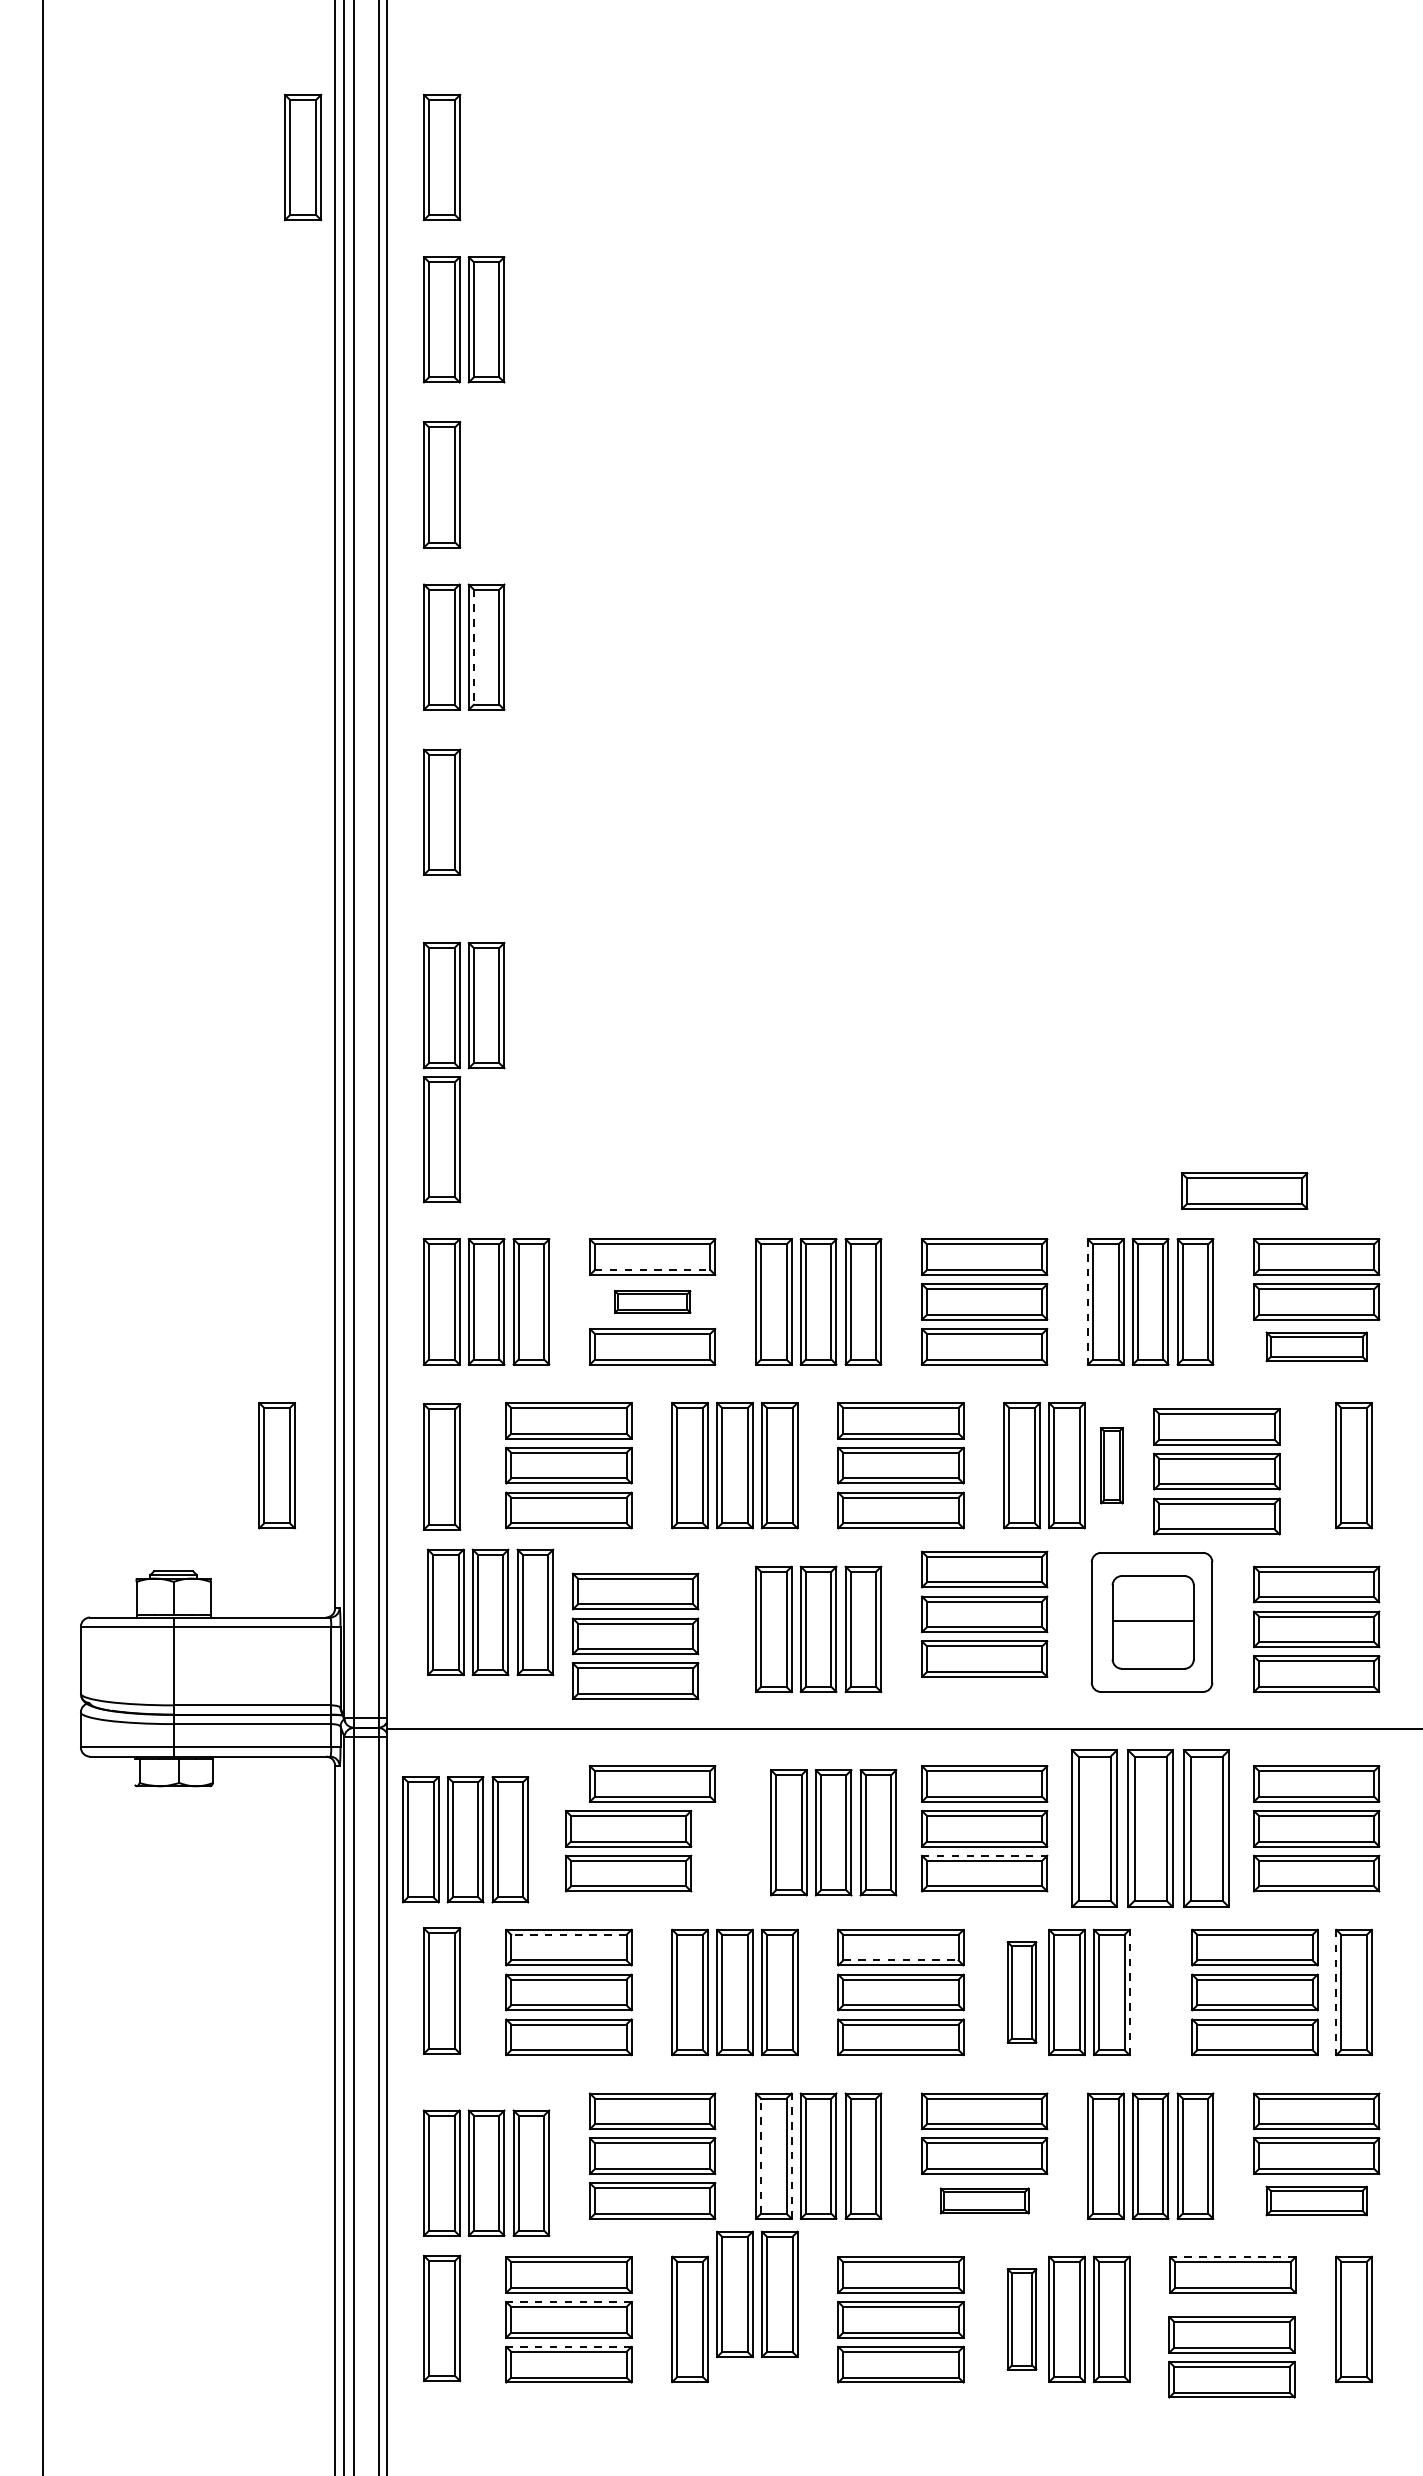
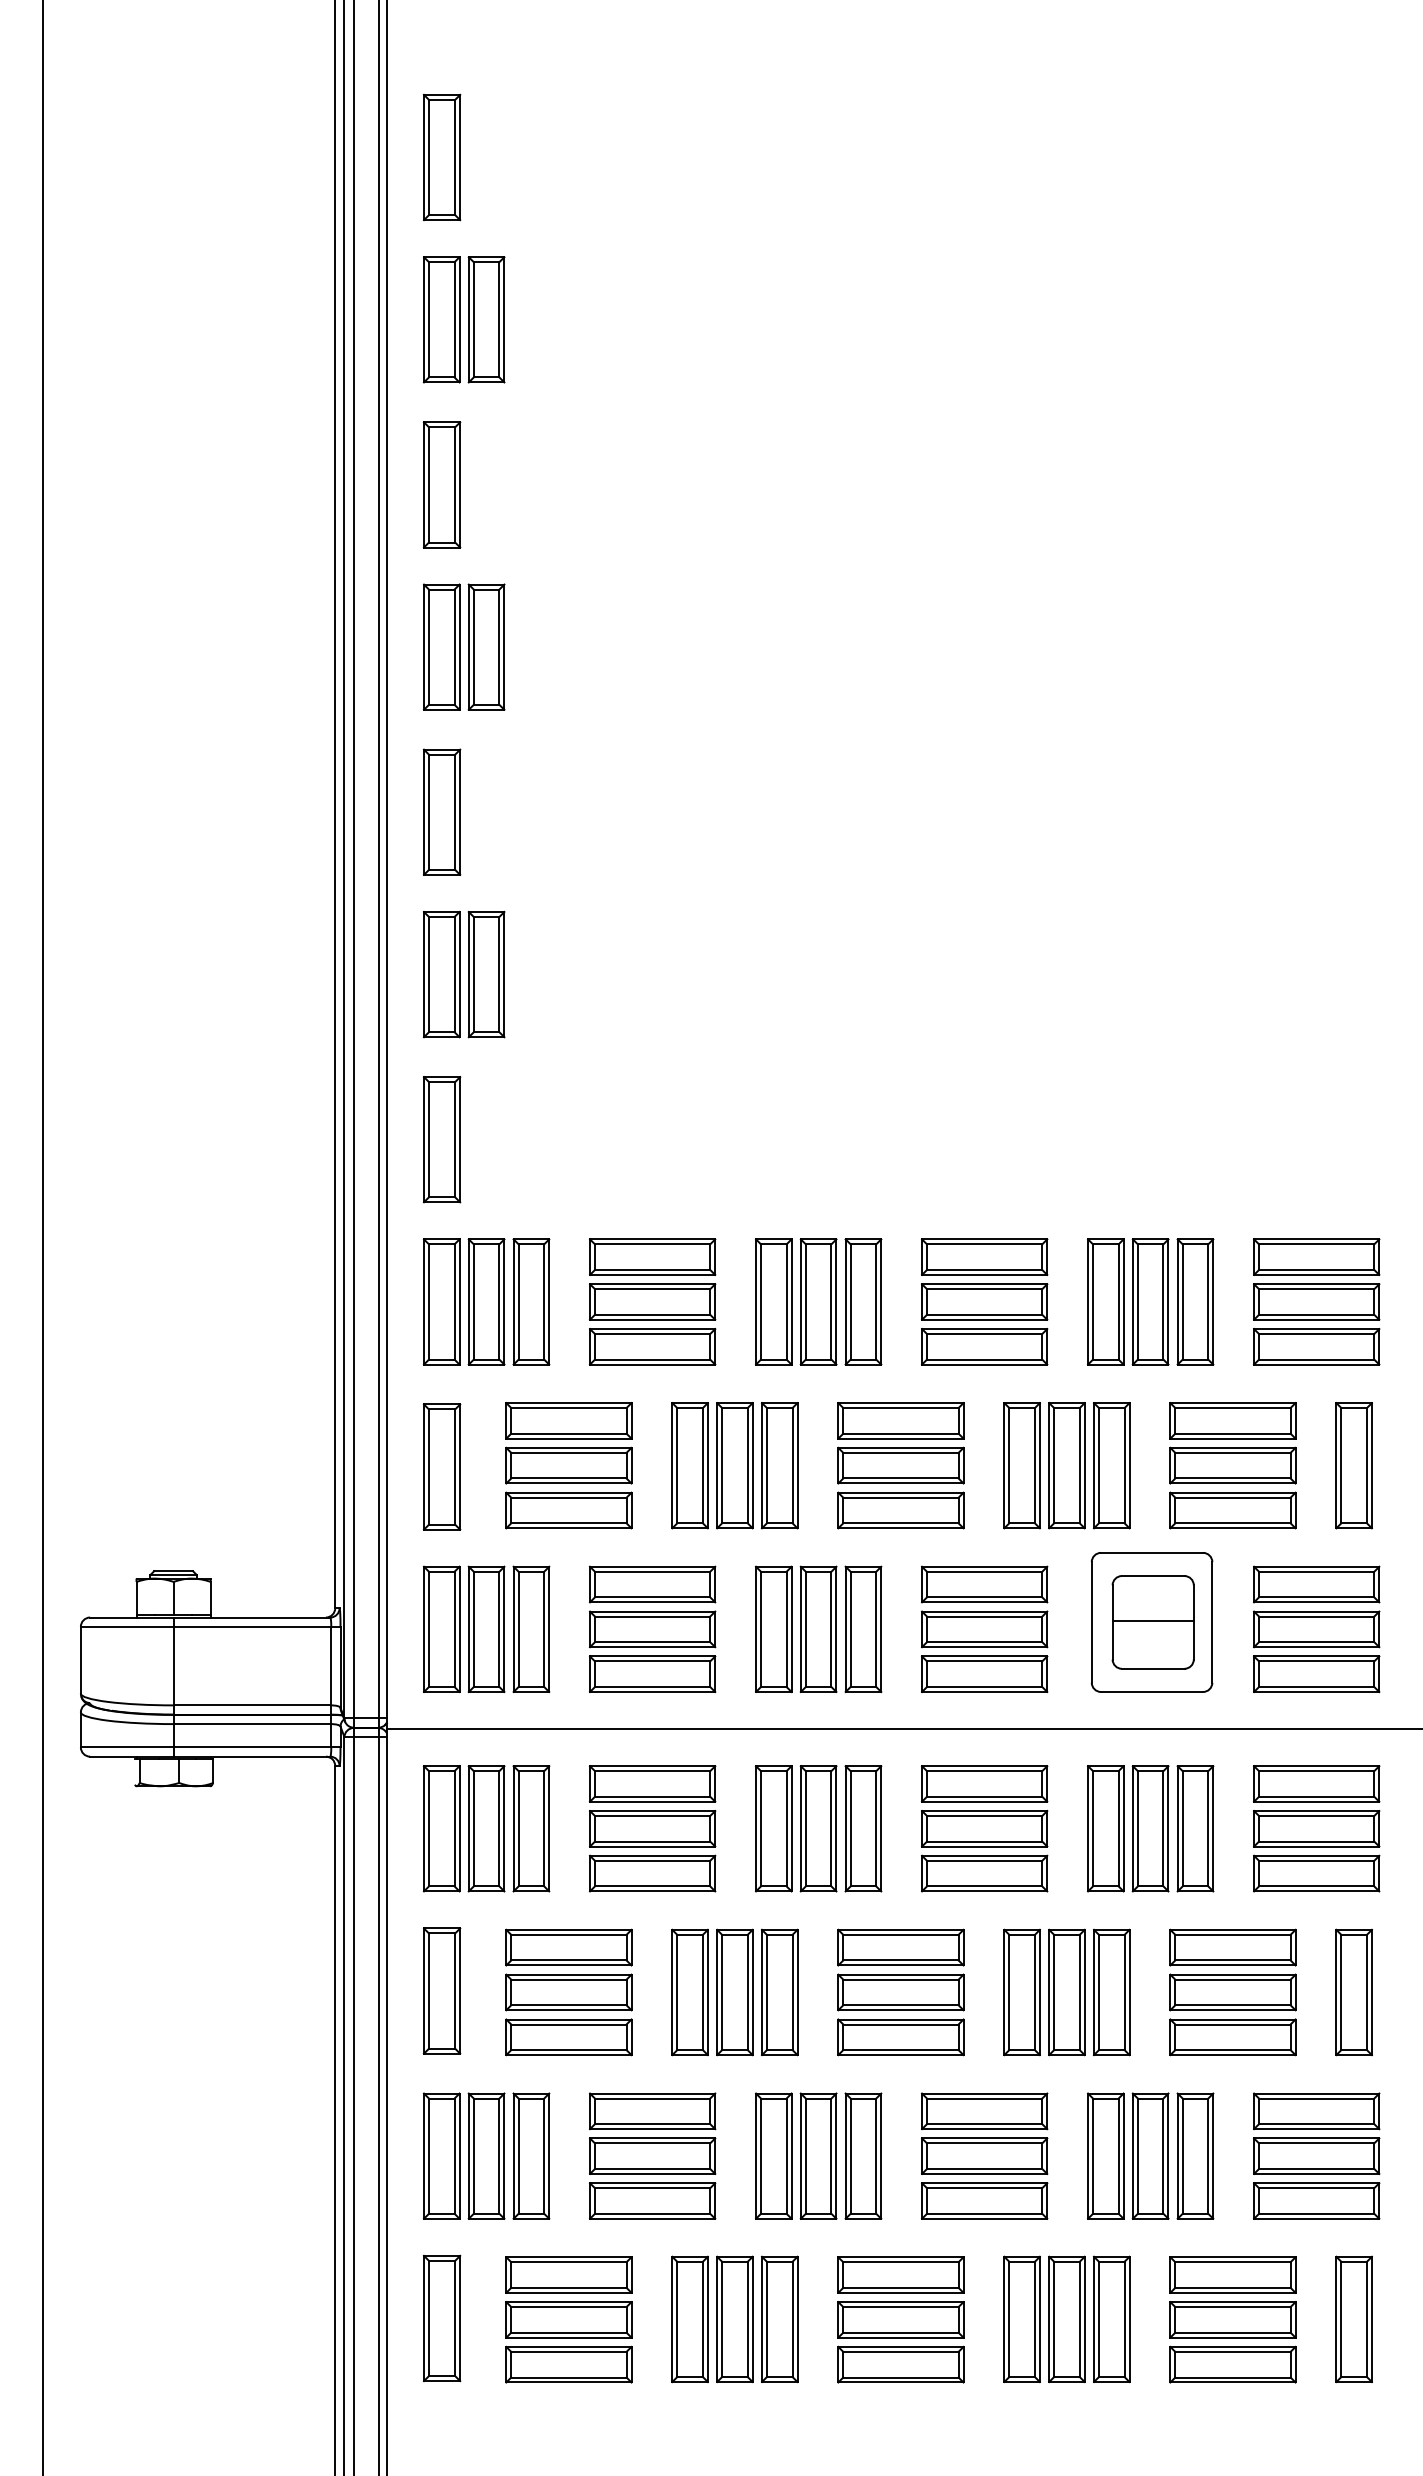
part at (303, 157): present -> none
line at (473, 647): dashed -> solid
part at (464, 1005) position: (464, 1005) -> (464, 974)
part at (1244, 1190): present -> none
line at (652, 1269): dashed -> solid
part at (652, 1301) size: 78x24 px -> 128x38 px
line at (1088, 1301): dashed -> solid
part at (1316, 1346) size: 103x32 px -> 128x38 px
part at (276, 1465): present -> none
part at (1111, 1465) size: 24x78 px -> 38x128 px
part at (1216, 1471) position: (1216, 1471) -> (1232, 1465)
part at (490, 1611) position: (490, 1611) -> (486, 1628)
part at (984, 1613) position: (984, 1613) -> (984, 1628)
part at (635, 1635) position: (635, 1635) -> (652, 1628)
part at (1150, 1828) size: 159x159 px -> 128x128 px
part at (833, 1832) position: (833, 1832) -> (818, 1828)
part at (465, 1839) position: (465, 1839) -> (486, 1828)
part at (628, 1851) position: (628, 1851) -> (652, 1851)
line at (984, 1855): dashed -> solid
line at (568, 1934): dashed -> solid
line at (900, 1960): dashed -> solid
part at (1021, 1992) size: 32x103 px -> 38x129 px
line at (1129, 1992): dashed -> solid
part at (1254, 1992) position: (1254, 1992) -> (1232, 1992)
line at (1336, 1992): dashed -> solid
line at (761, 2156): dashed -> solid
line at (791, 2156): dashed -> solid
part at (486, 2172) position: (486, 2172) -> (486, 2155)
part at (984, 2200) size: 91x28 px -> 128x38 px
part at (1316, 2200) size: 103x32 px -> 128x38 px
line at (1232, 2257): dashed -> solid
part at (757, 2294) position: (757, 2294) -> (757, 2319)
line at (568, 2302): dashed -> solid
part at (1021, 2319) size: 32x103 px -> 38x129 px
line at (568, 2346): dashed -> solid
part at (1231, 2357) position: (1231, 2357) -> (1232, 2342)
